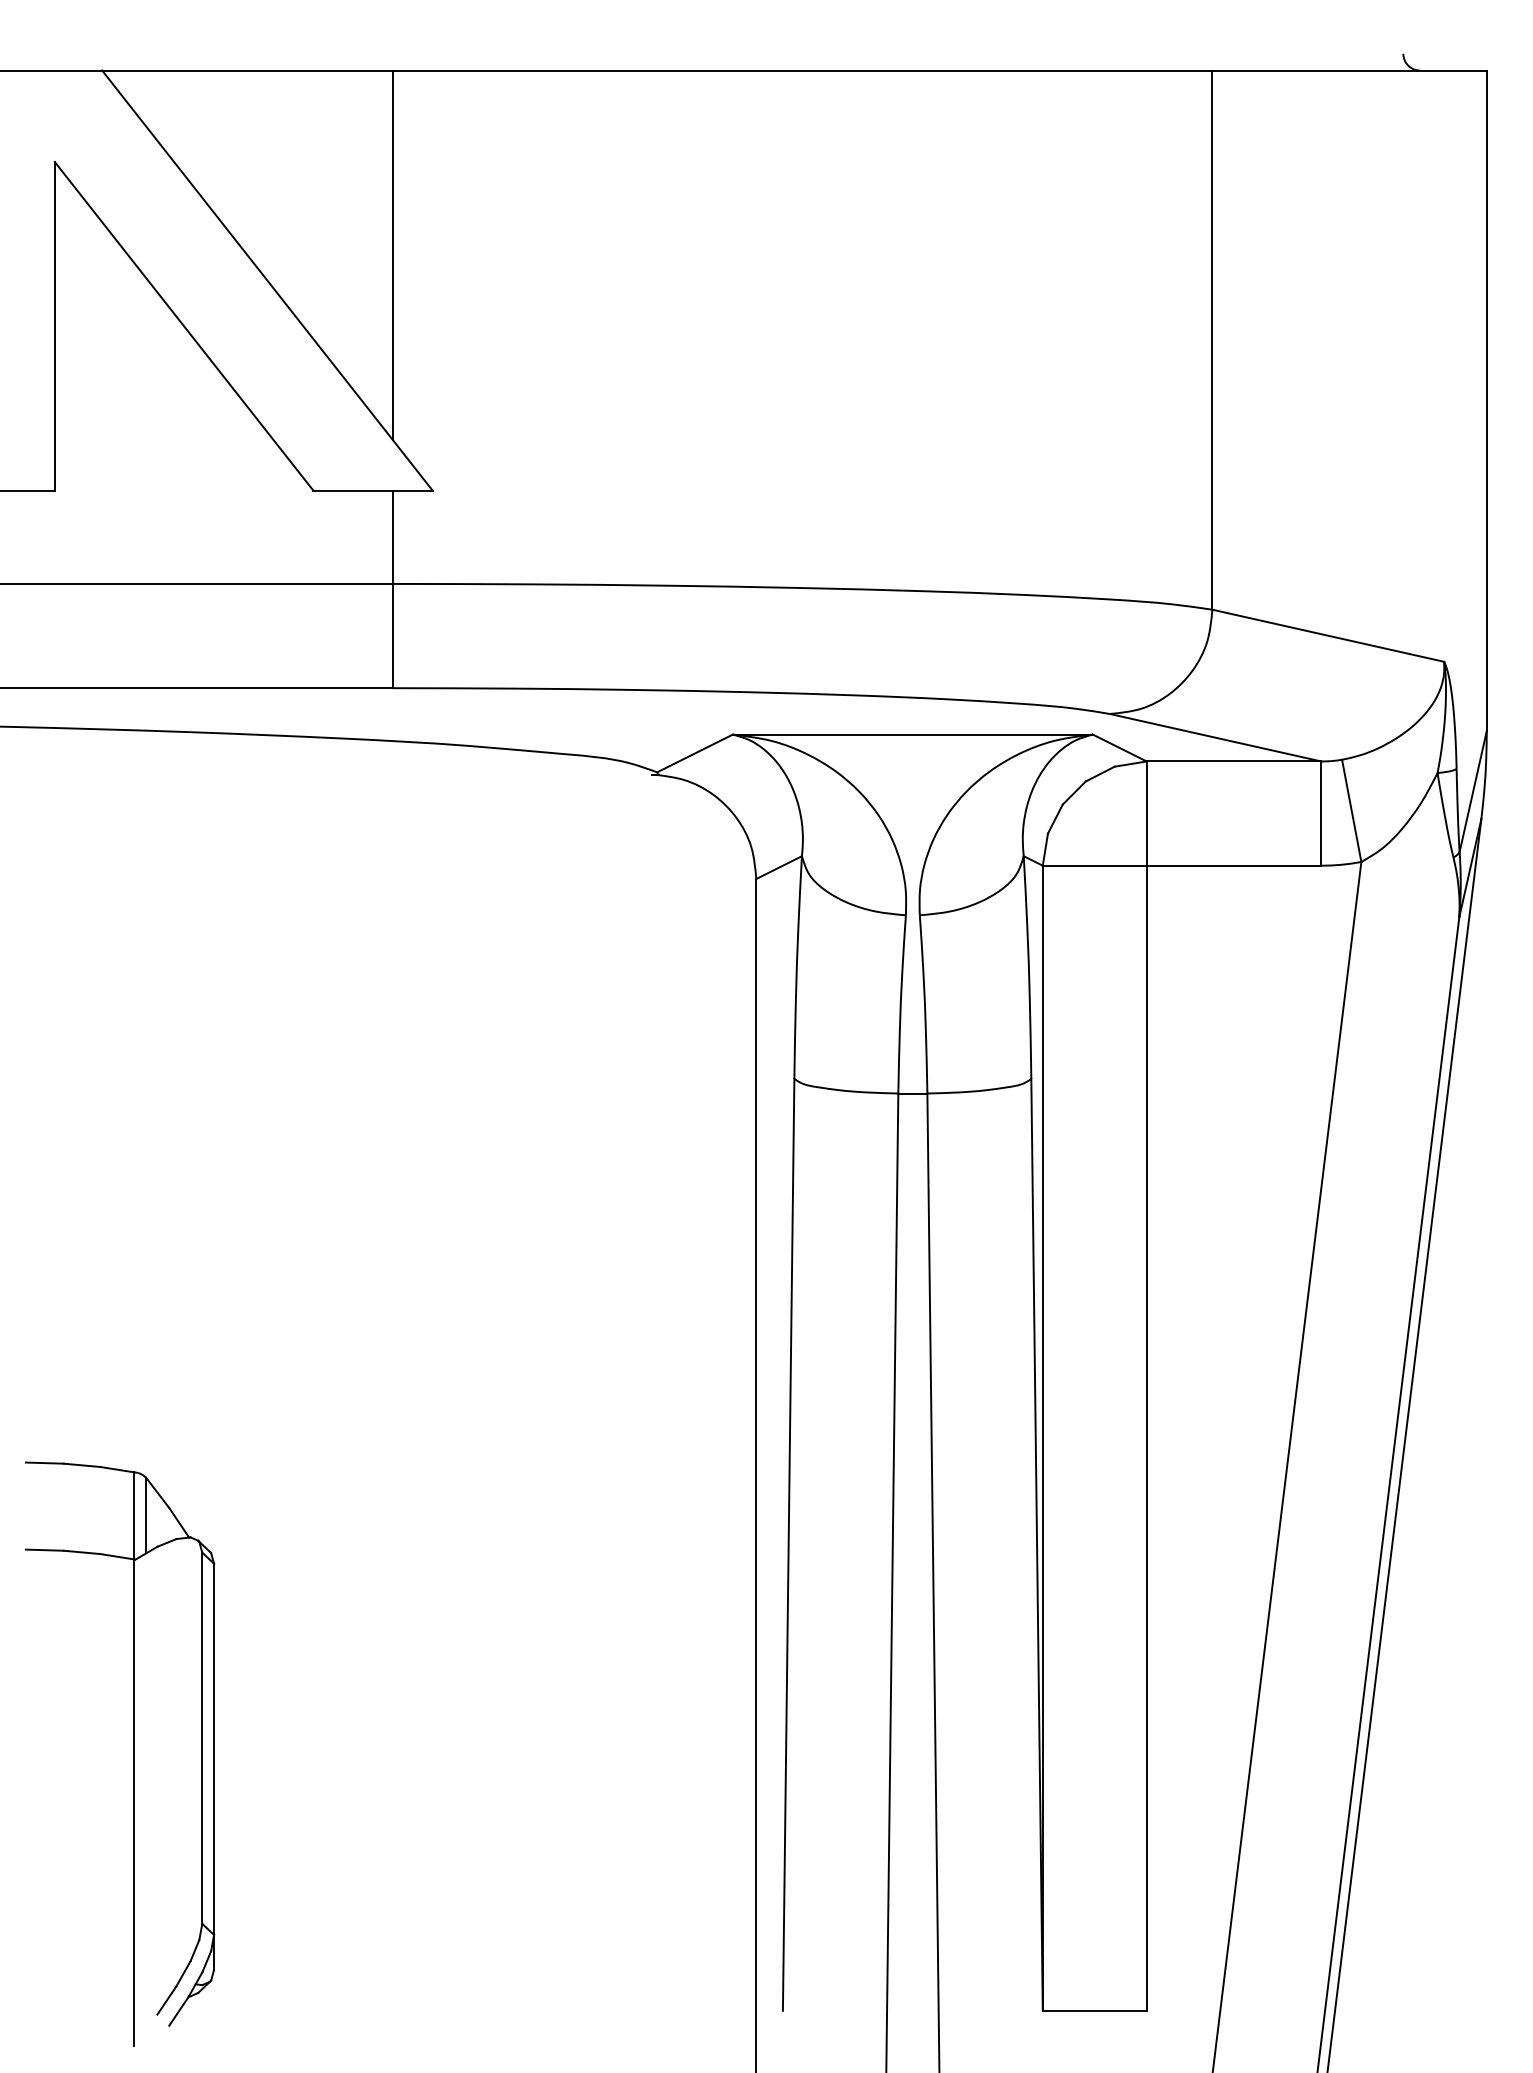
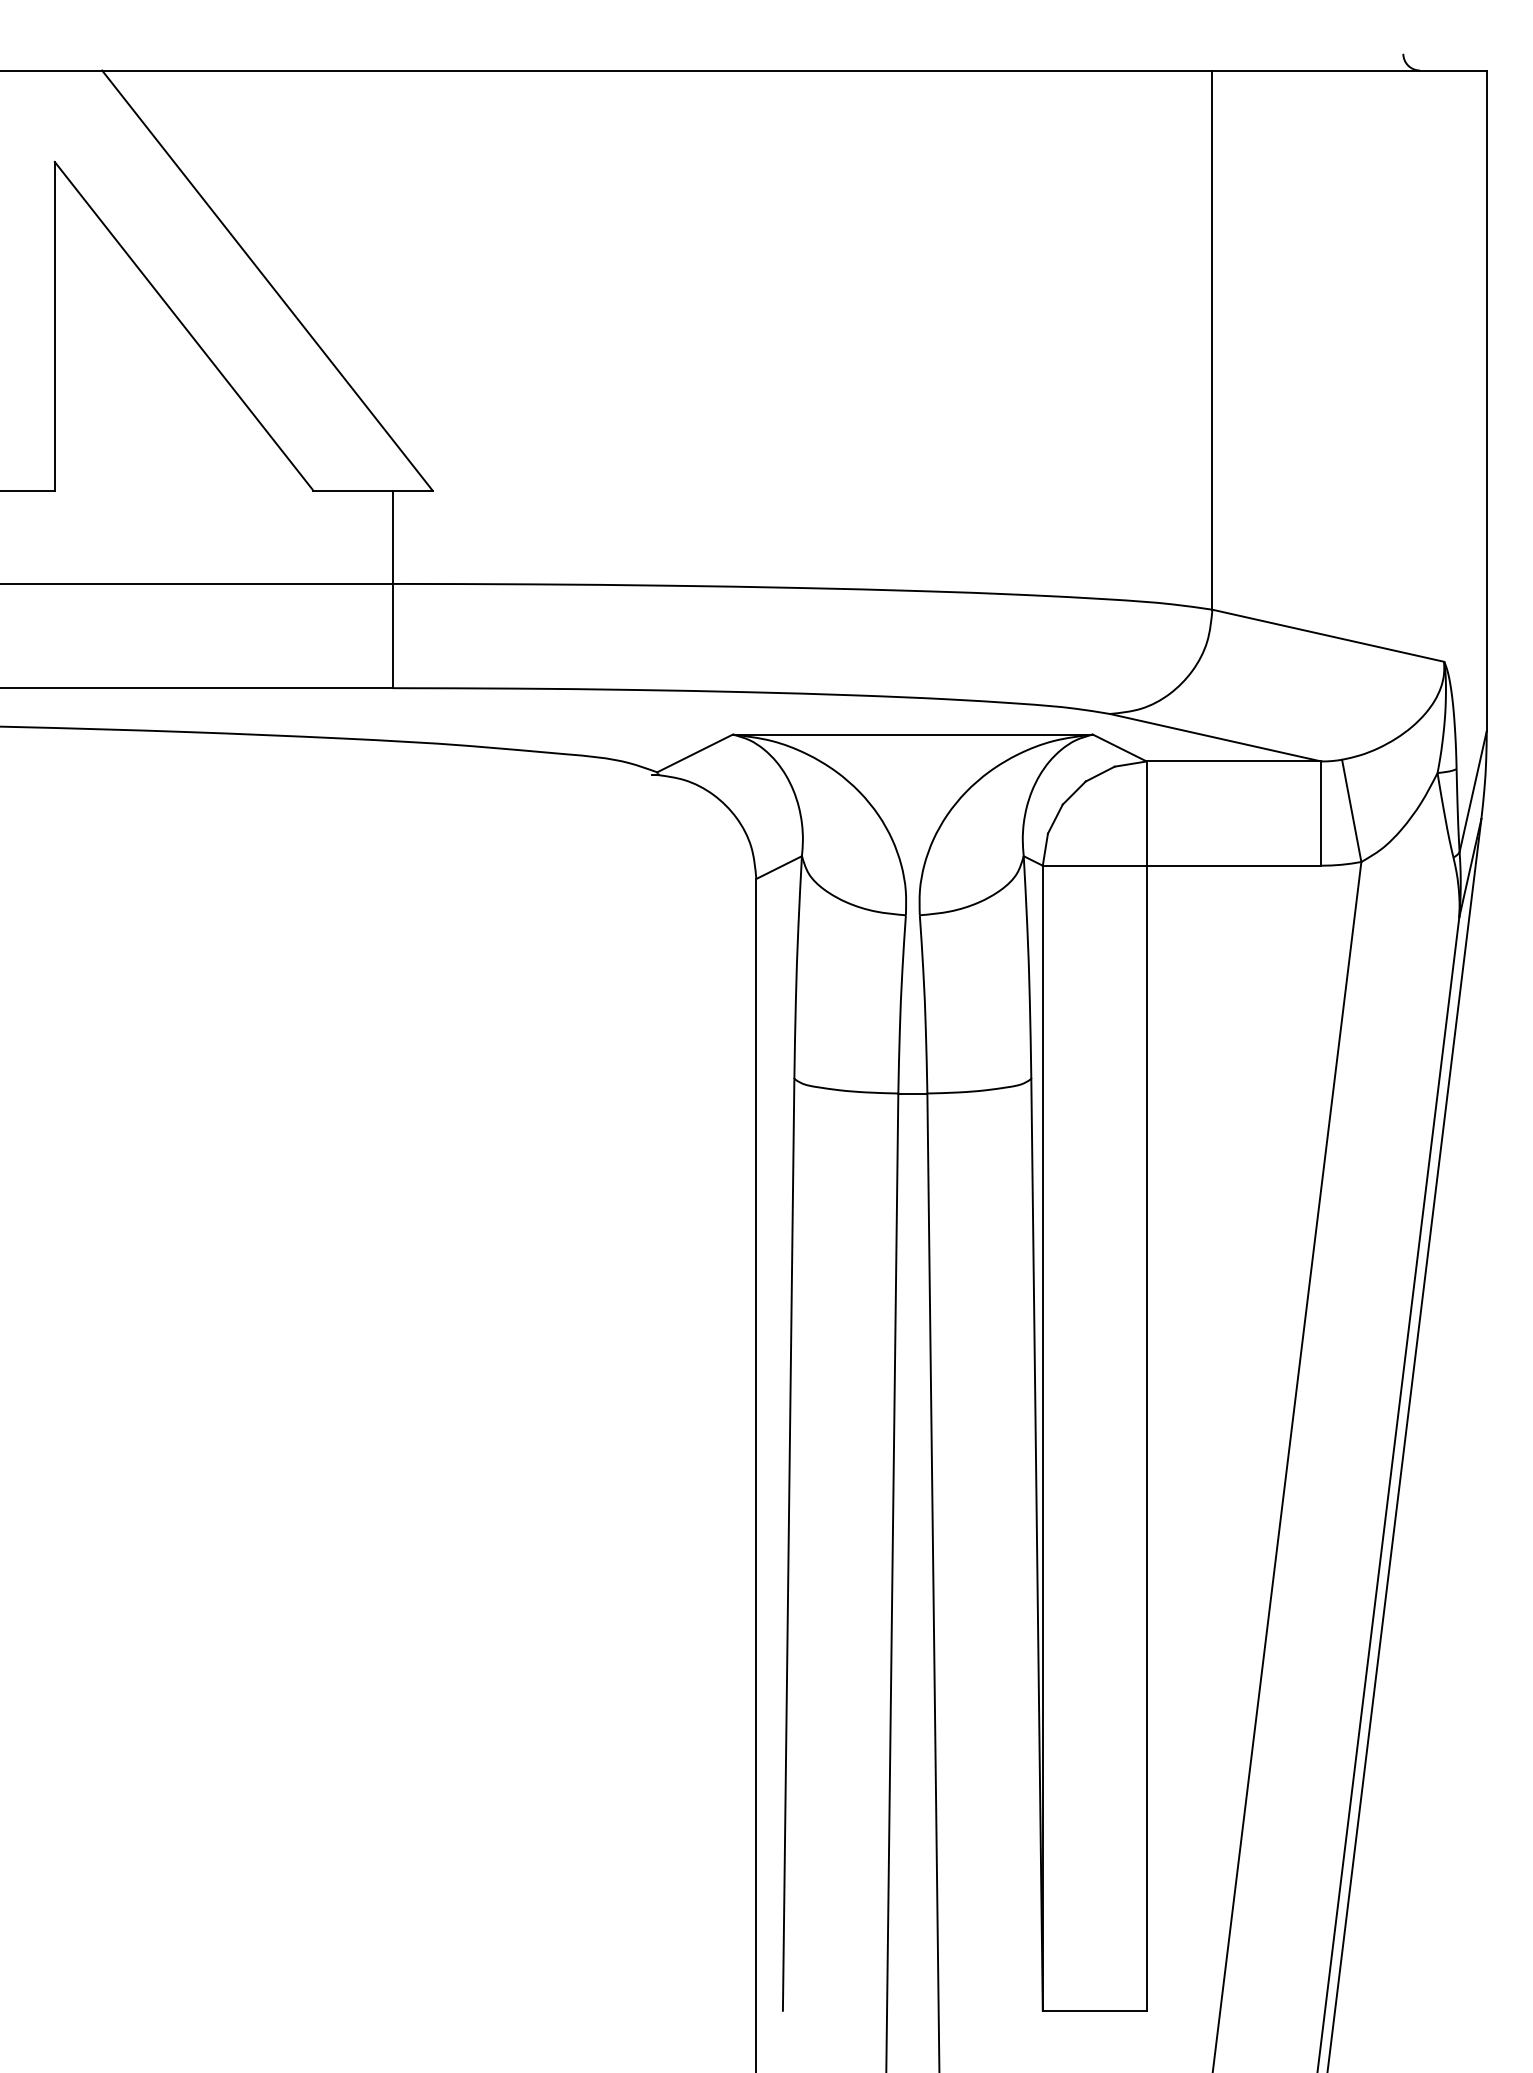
line at (392, 255): present -> none
part at (133, 1753): present -> none
